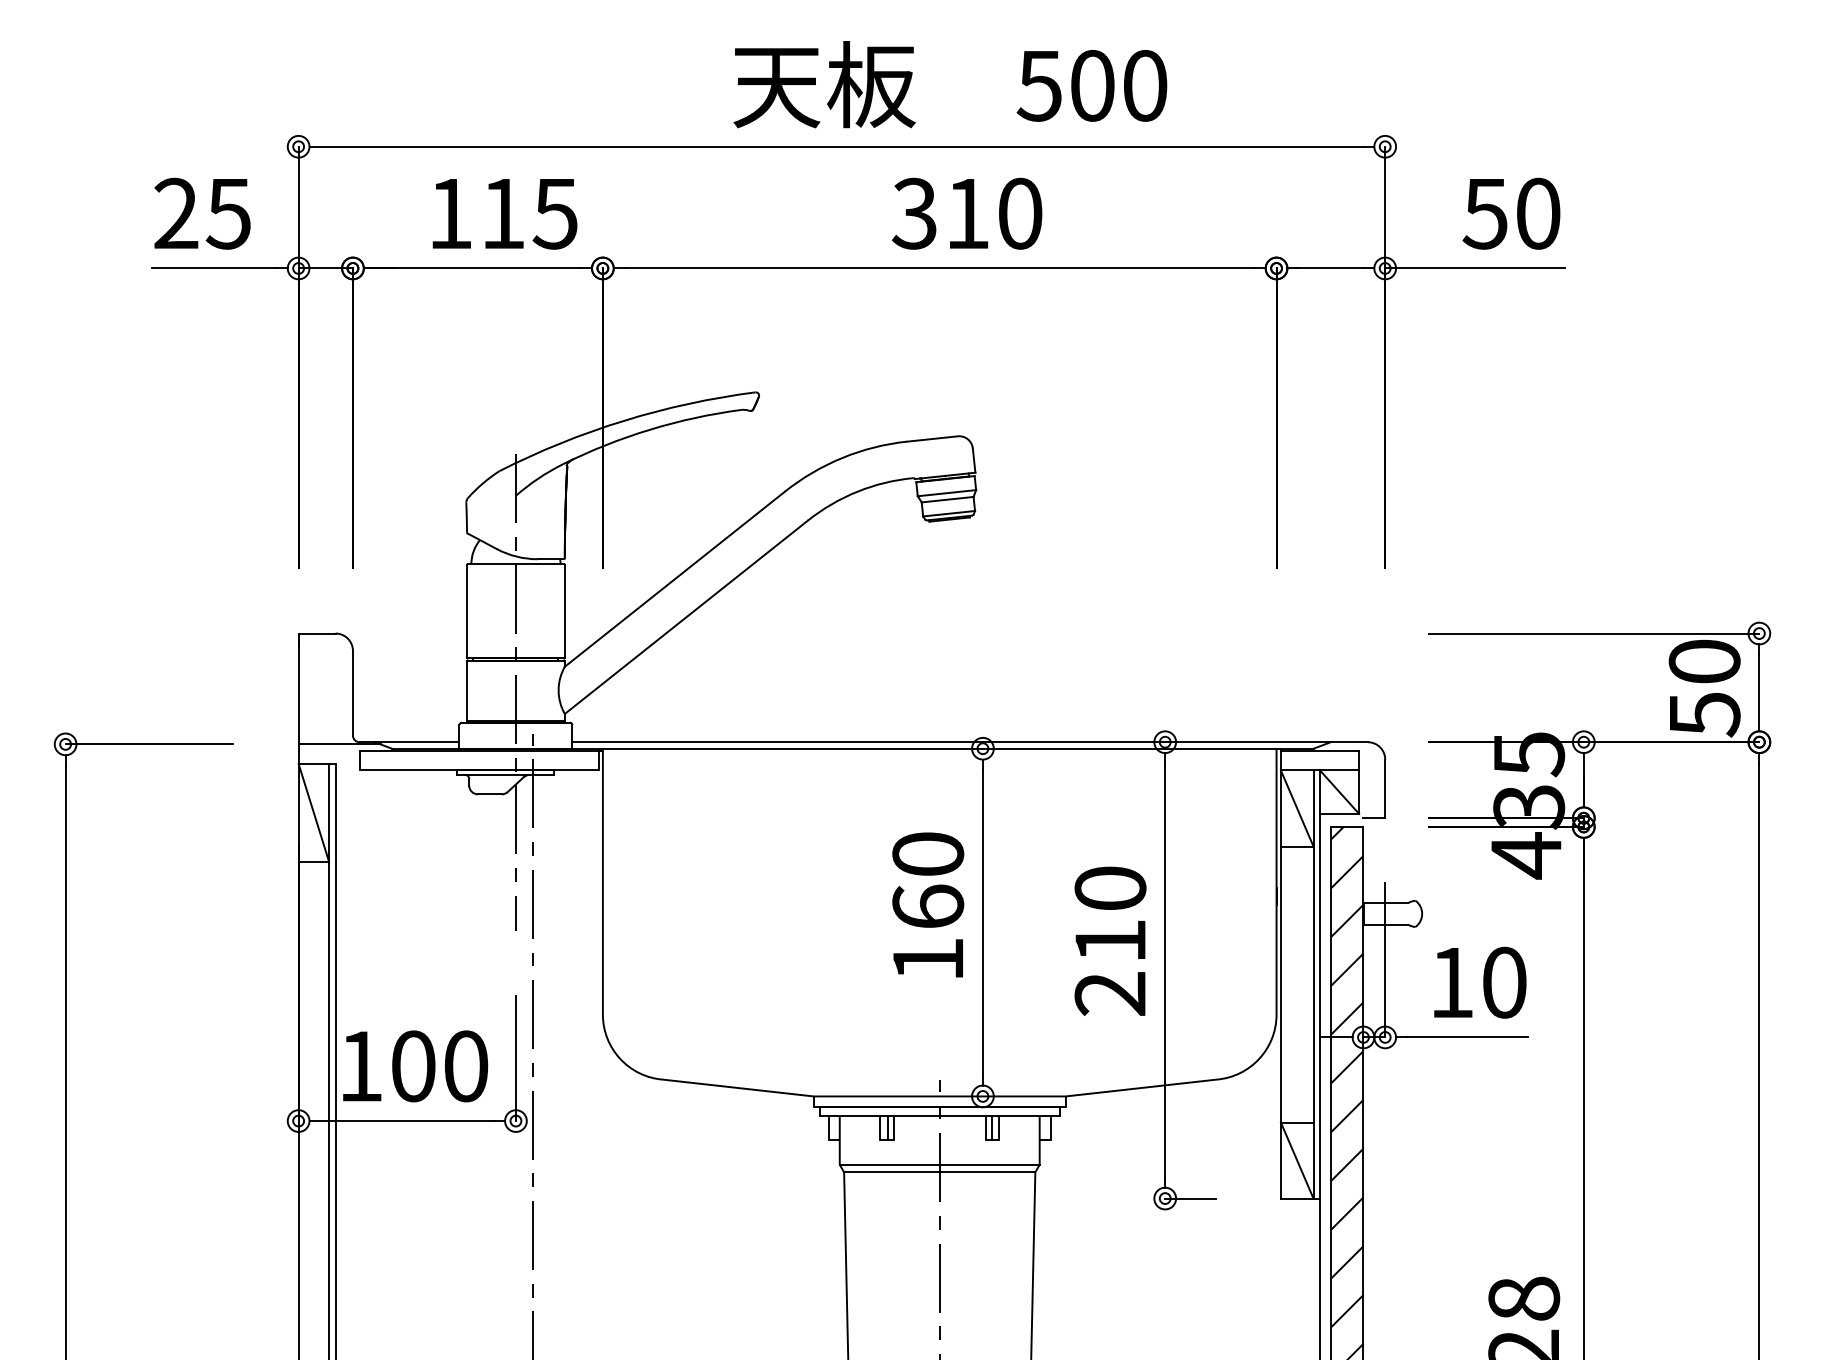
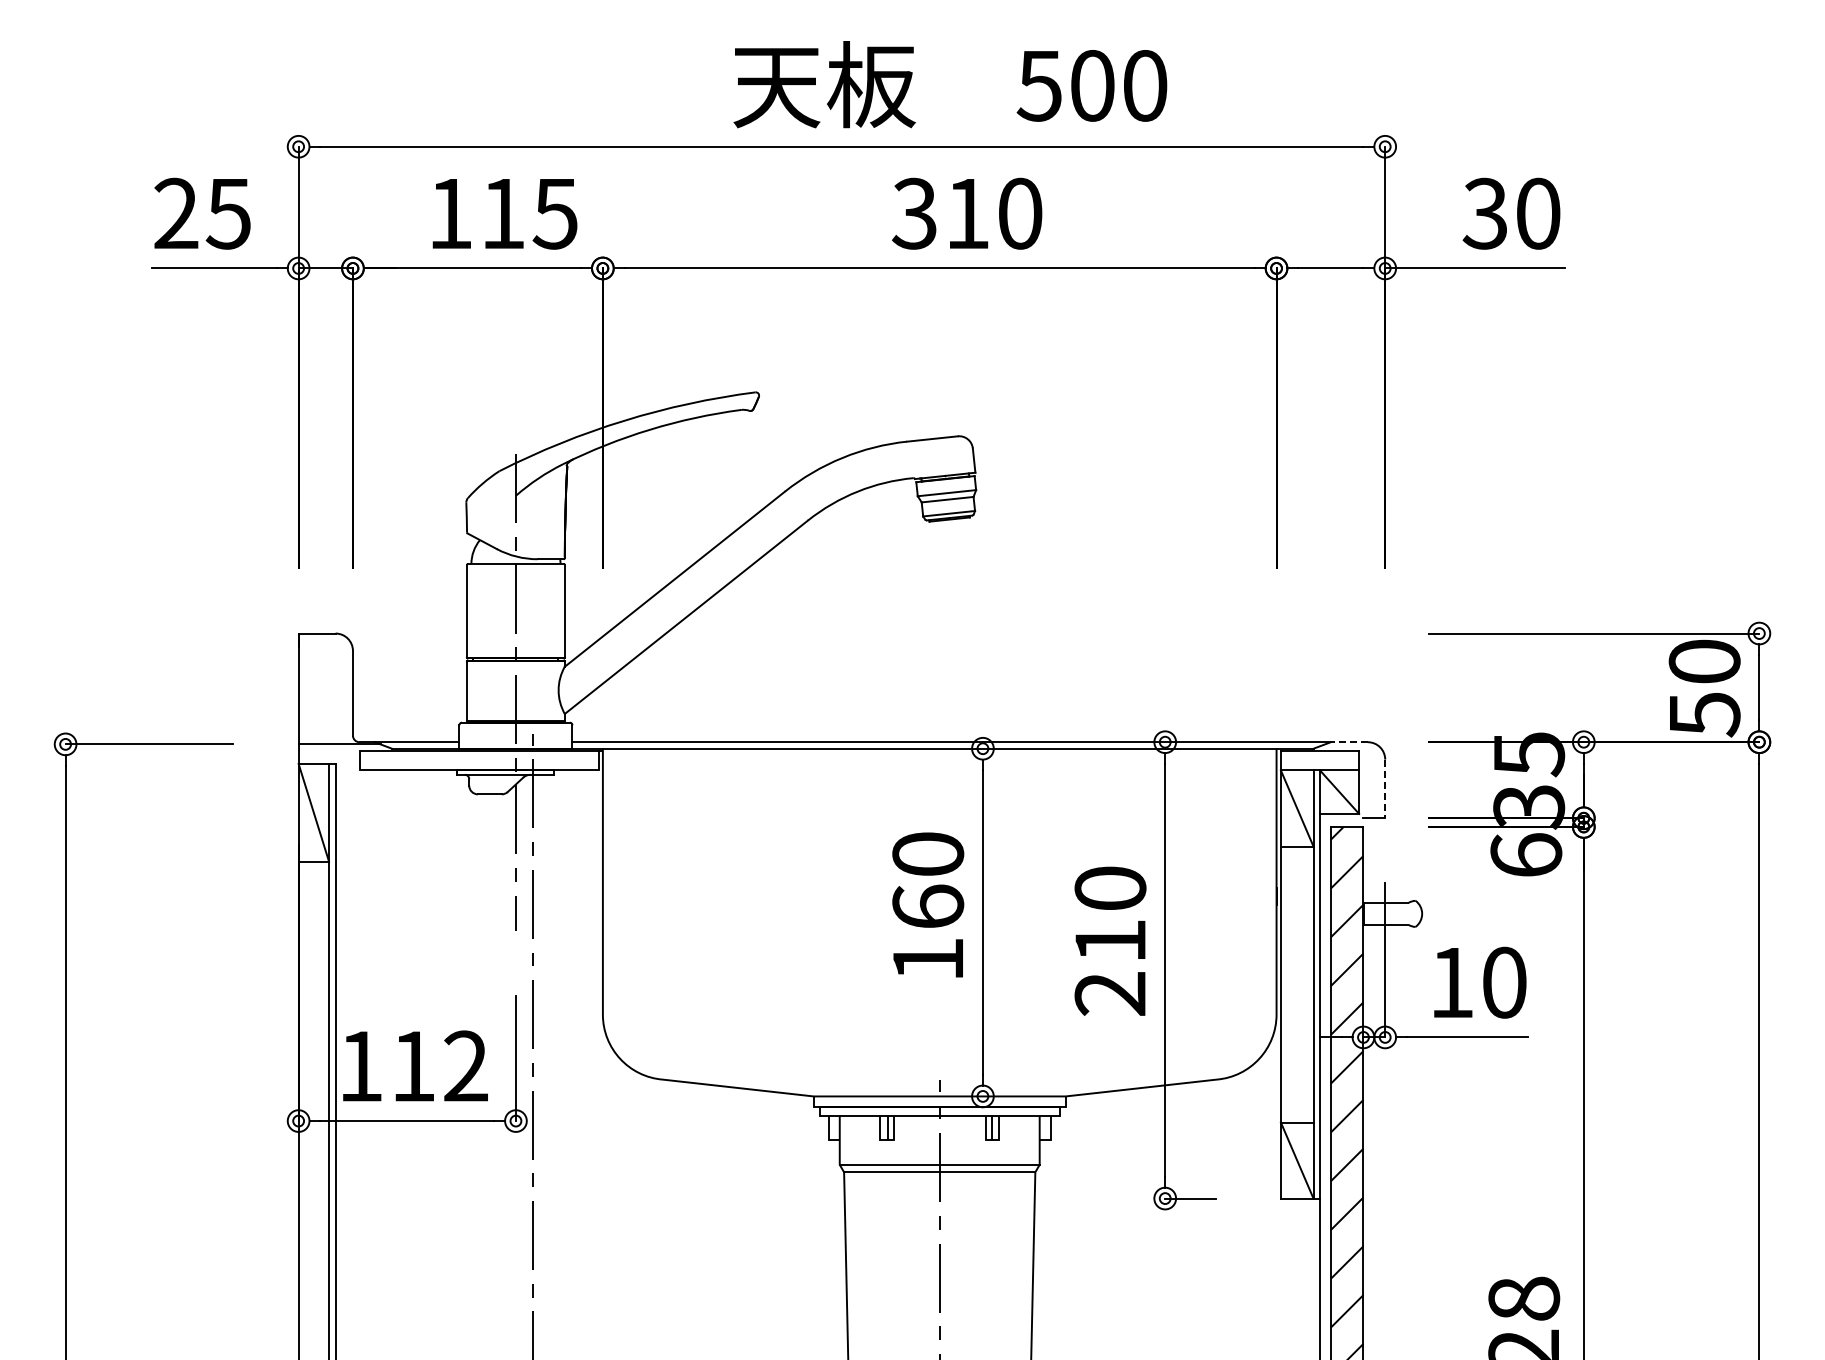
text at (1484, 213): 50 -> 30
line at (1348, 742): solid -> dashed
line at (1385, 789): solid -> dashed
text at (1526, 855): 4 -> 6
text at (440, 1066): 100 -> 112
